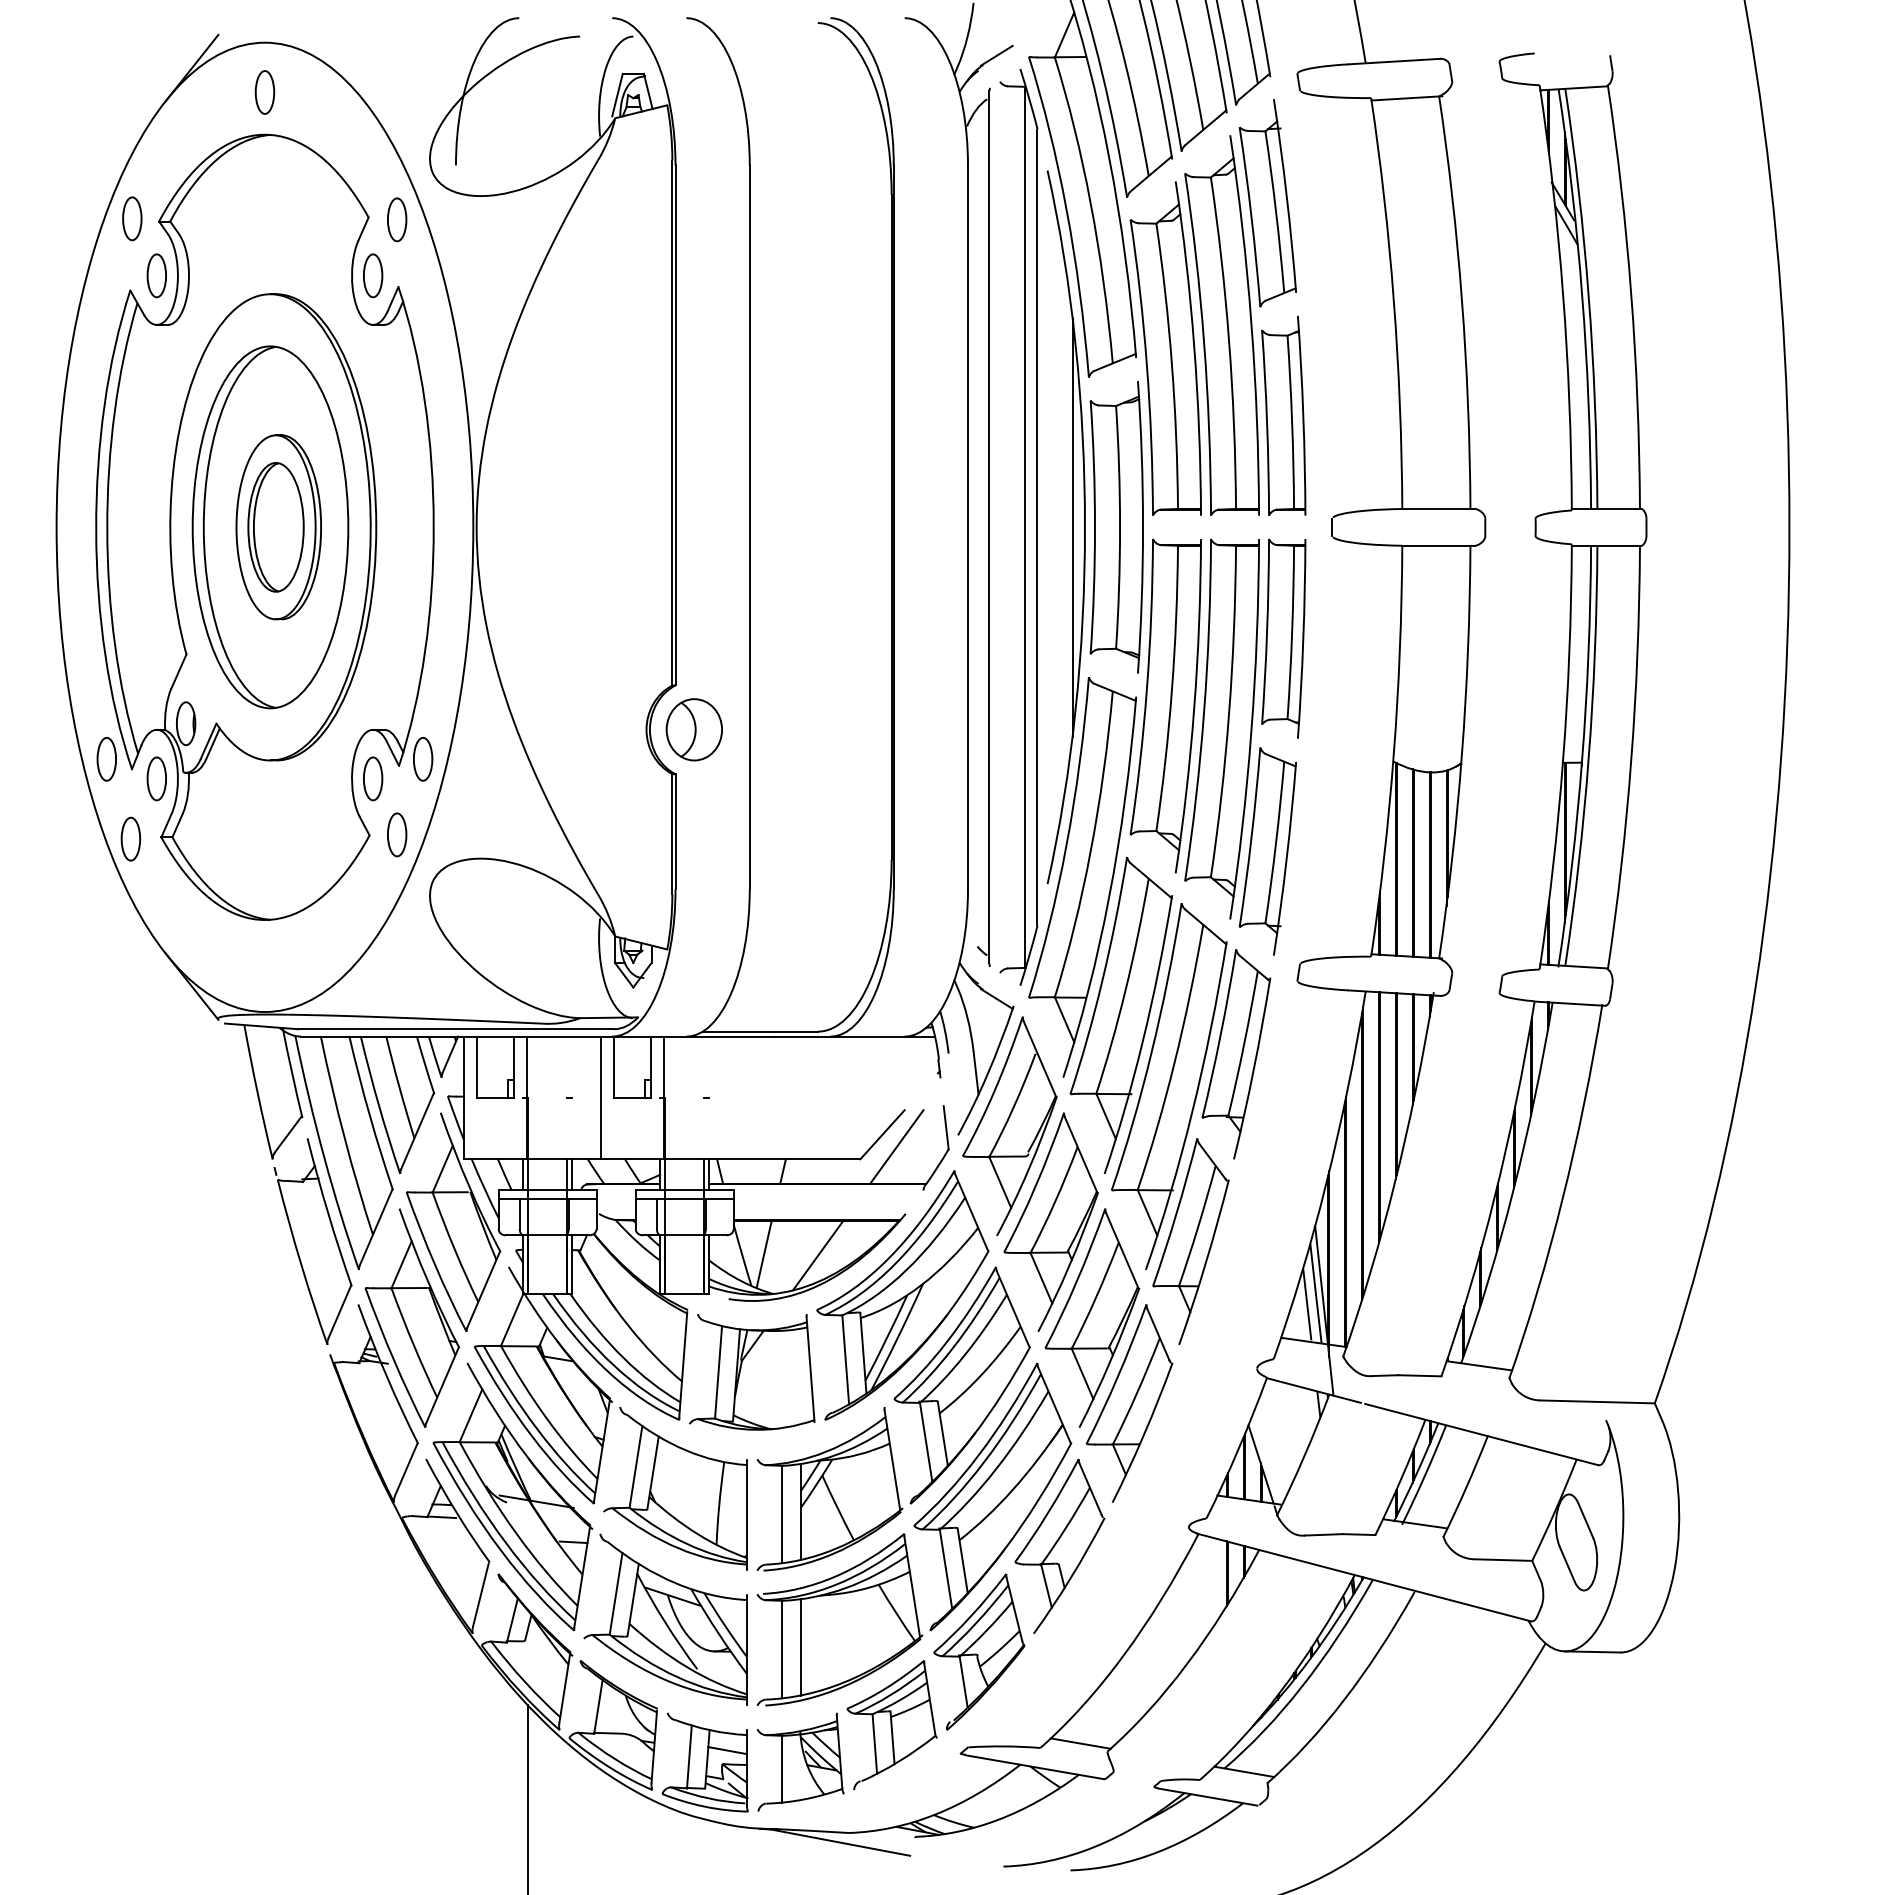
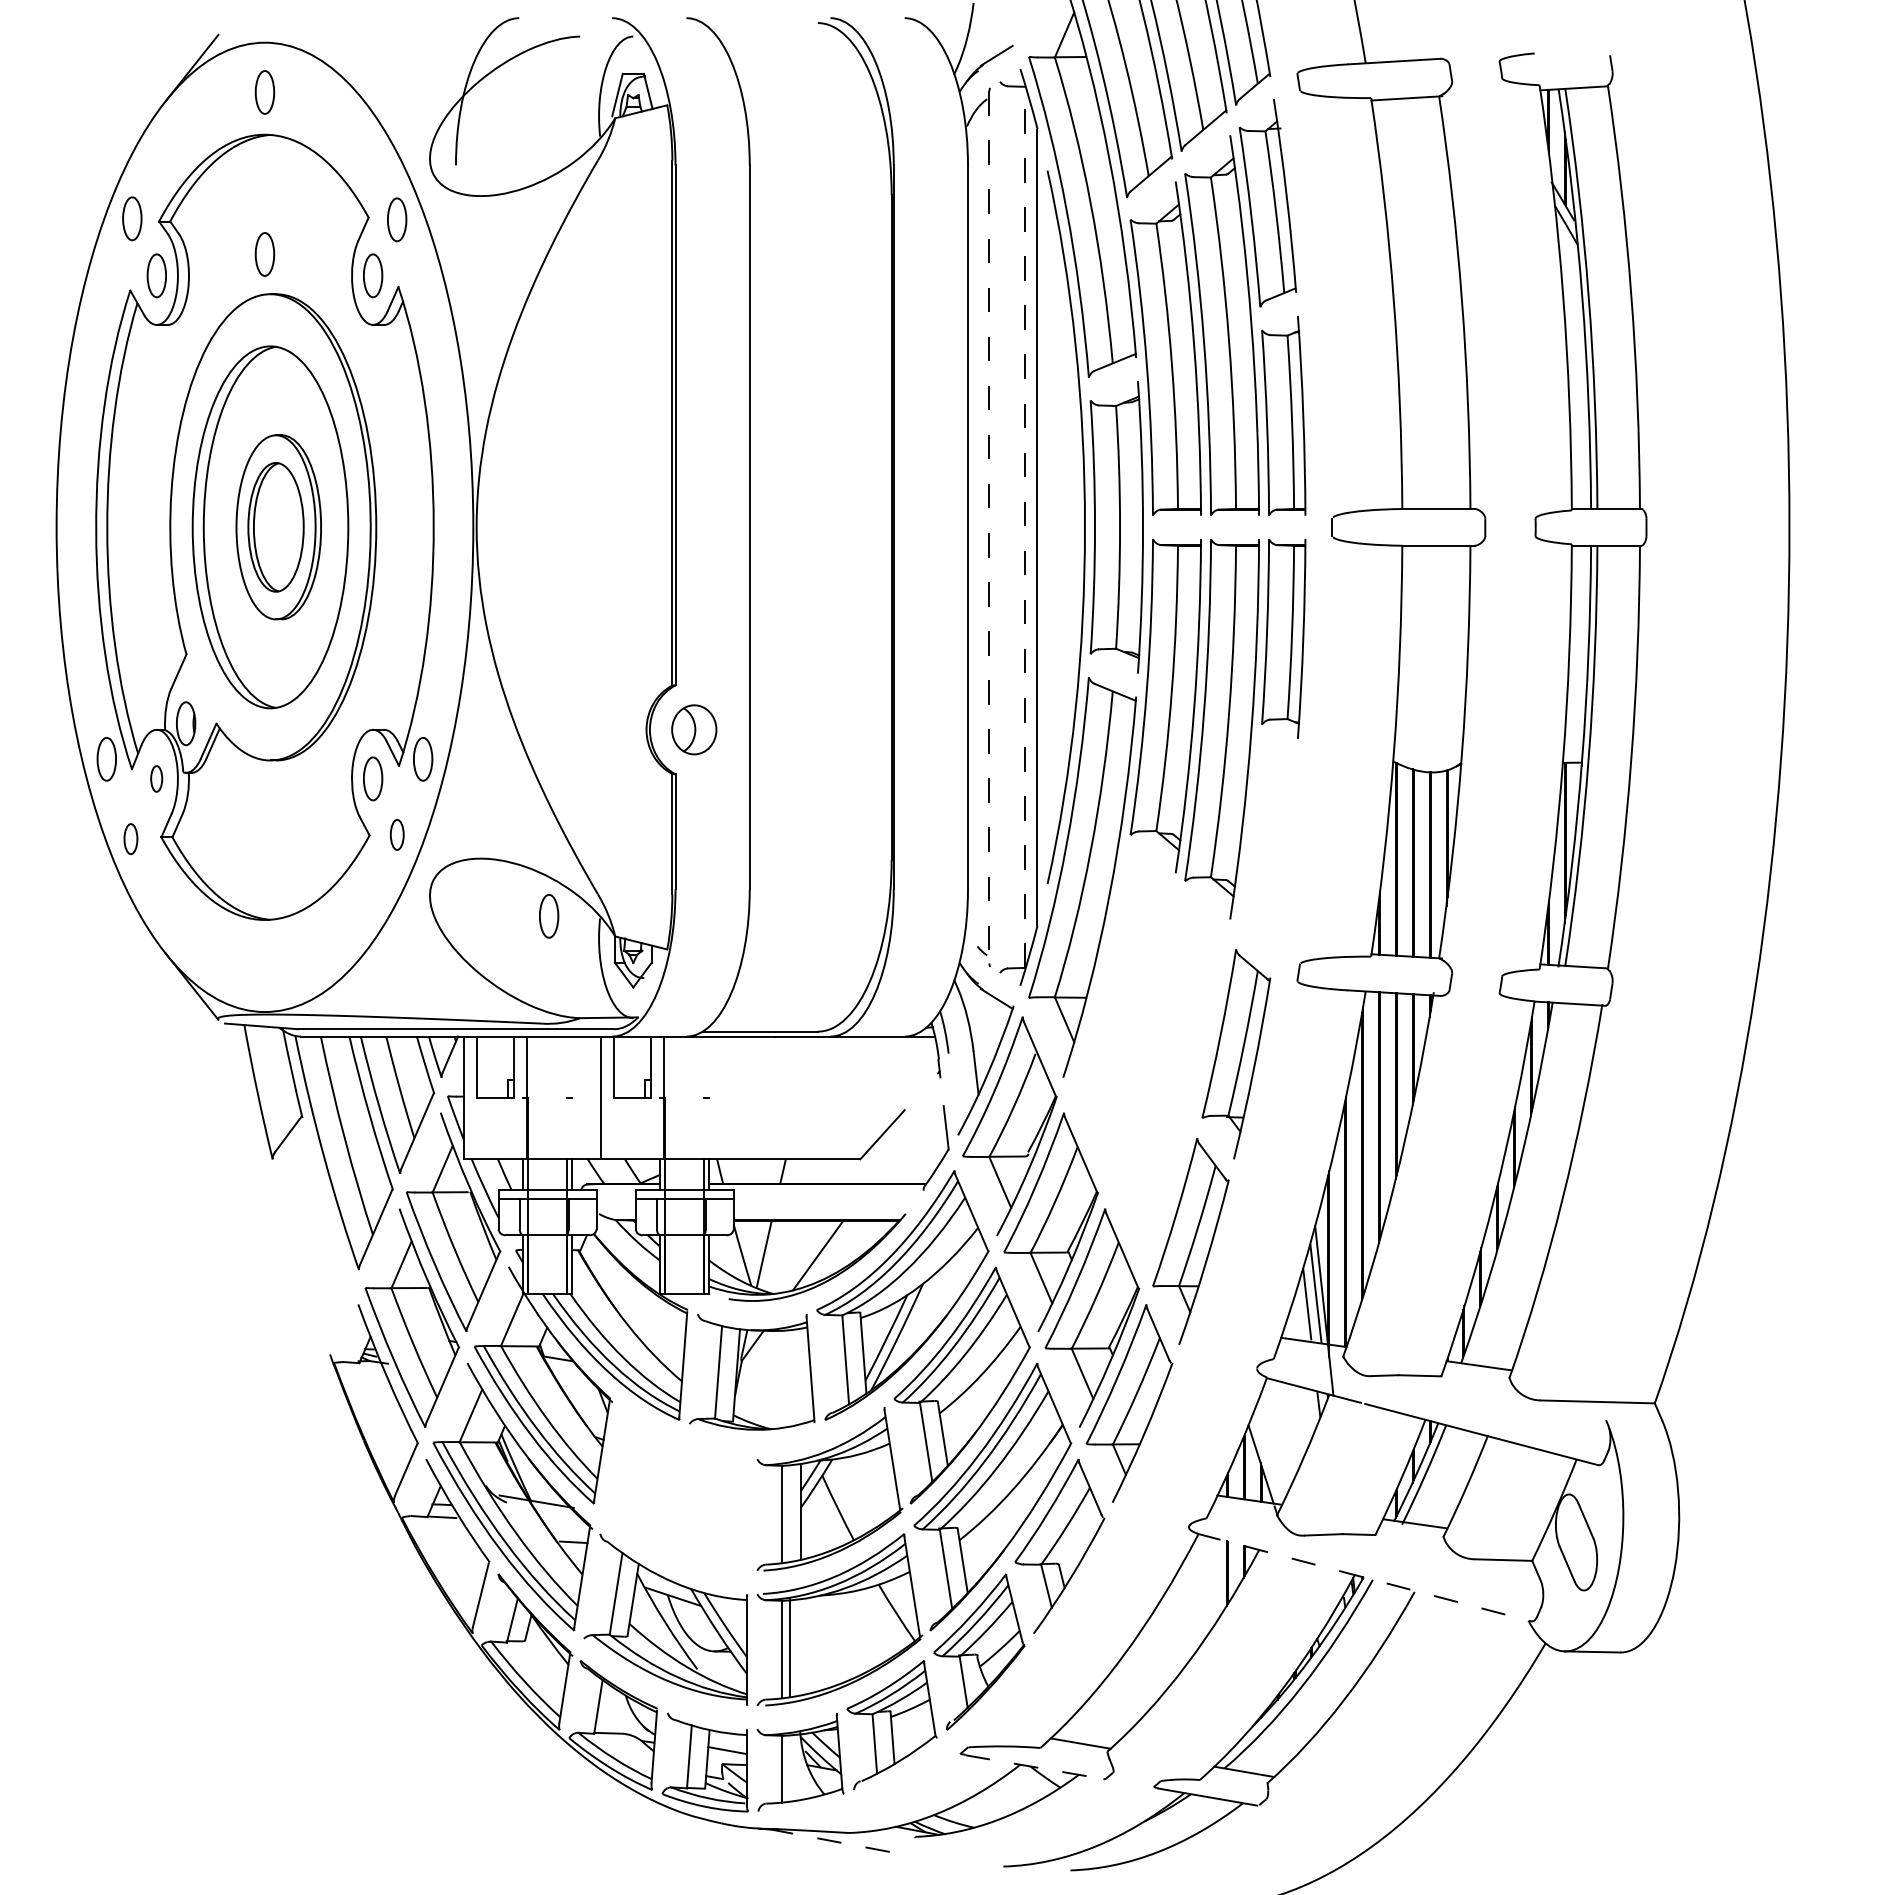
part at (264, 254): none -> present
line at (989, 527): solid -> dashed
line at (1025, 527): solid -> dashed
line at (1072, 527): present -> none
part at (693, 729) size: 58x64 px -> 47x52 px
part at (156, 778) size: 21x46 px -> 14x28 px
part at (397, 834) size: 21x46 px -> 16x32 px
part at (130, 838) size: 22x46 px -> 16x32 px
part at (1267, 851): present -> none
part at (549, 916): none -> present
part at (1148, 1063): present -> none
line at (896, 1146): present -> none
part at (312, 1241): present -> none
part at (675, 1488): present -> none
line at (1363, 1577): solid -> dashed
line at (800, 1647) position: (800, 1647) -> (789, 1647)
line at (1034, 1767): solid -> dashed
line at (528, 1798): present -> none
line at (839, 1842): solid -> dashed
